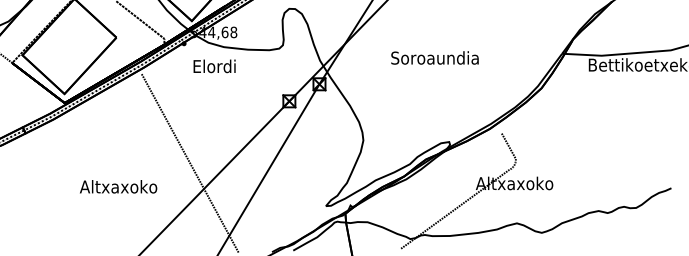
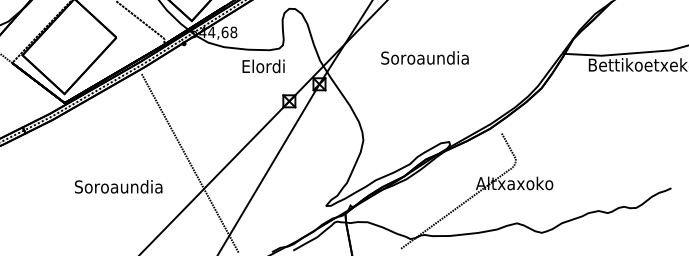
text at (434, 57) position: (434, 57) -> (424, 57)
text at (214, 66) position: (214, 66) -> (263, 66)
text at (118, 186): Altxaxoko -> Soroaundia
